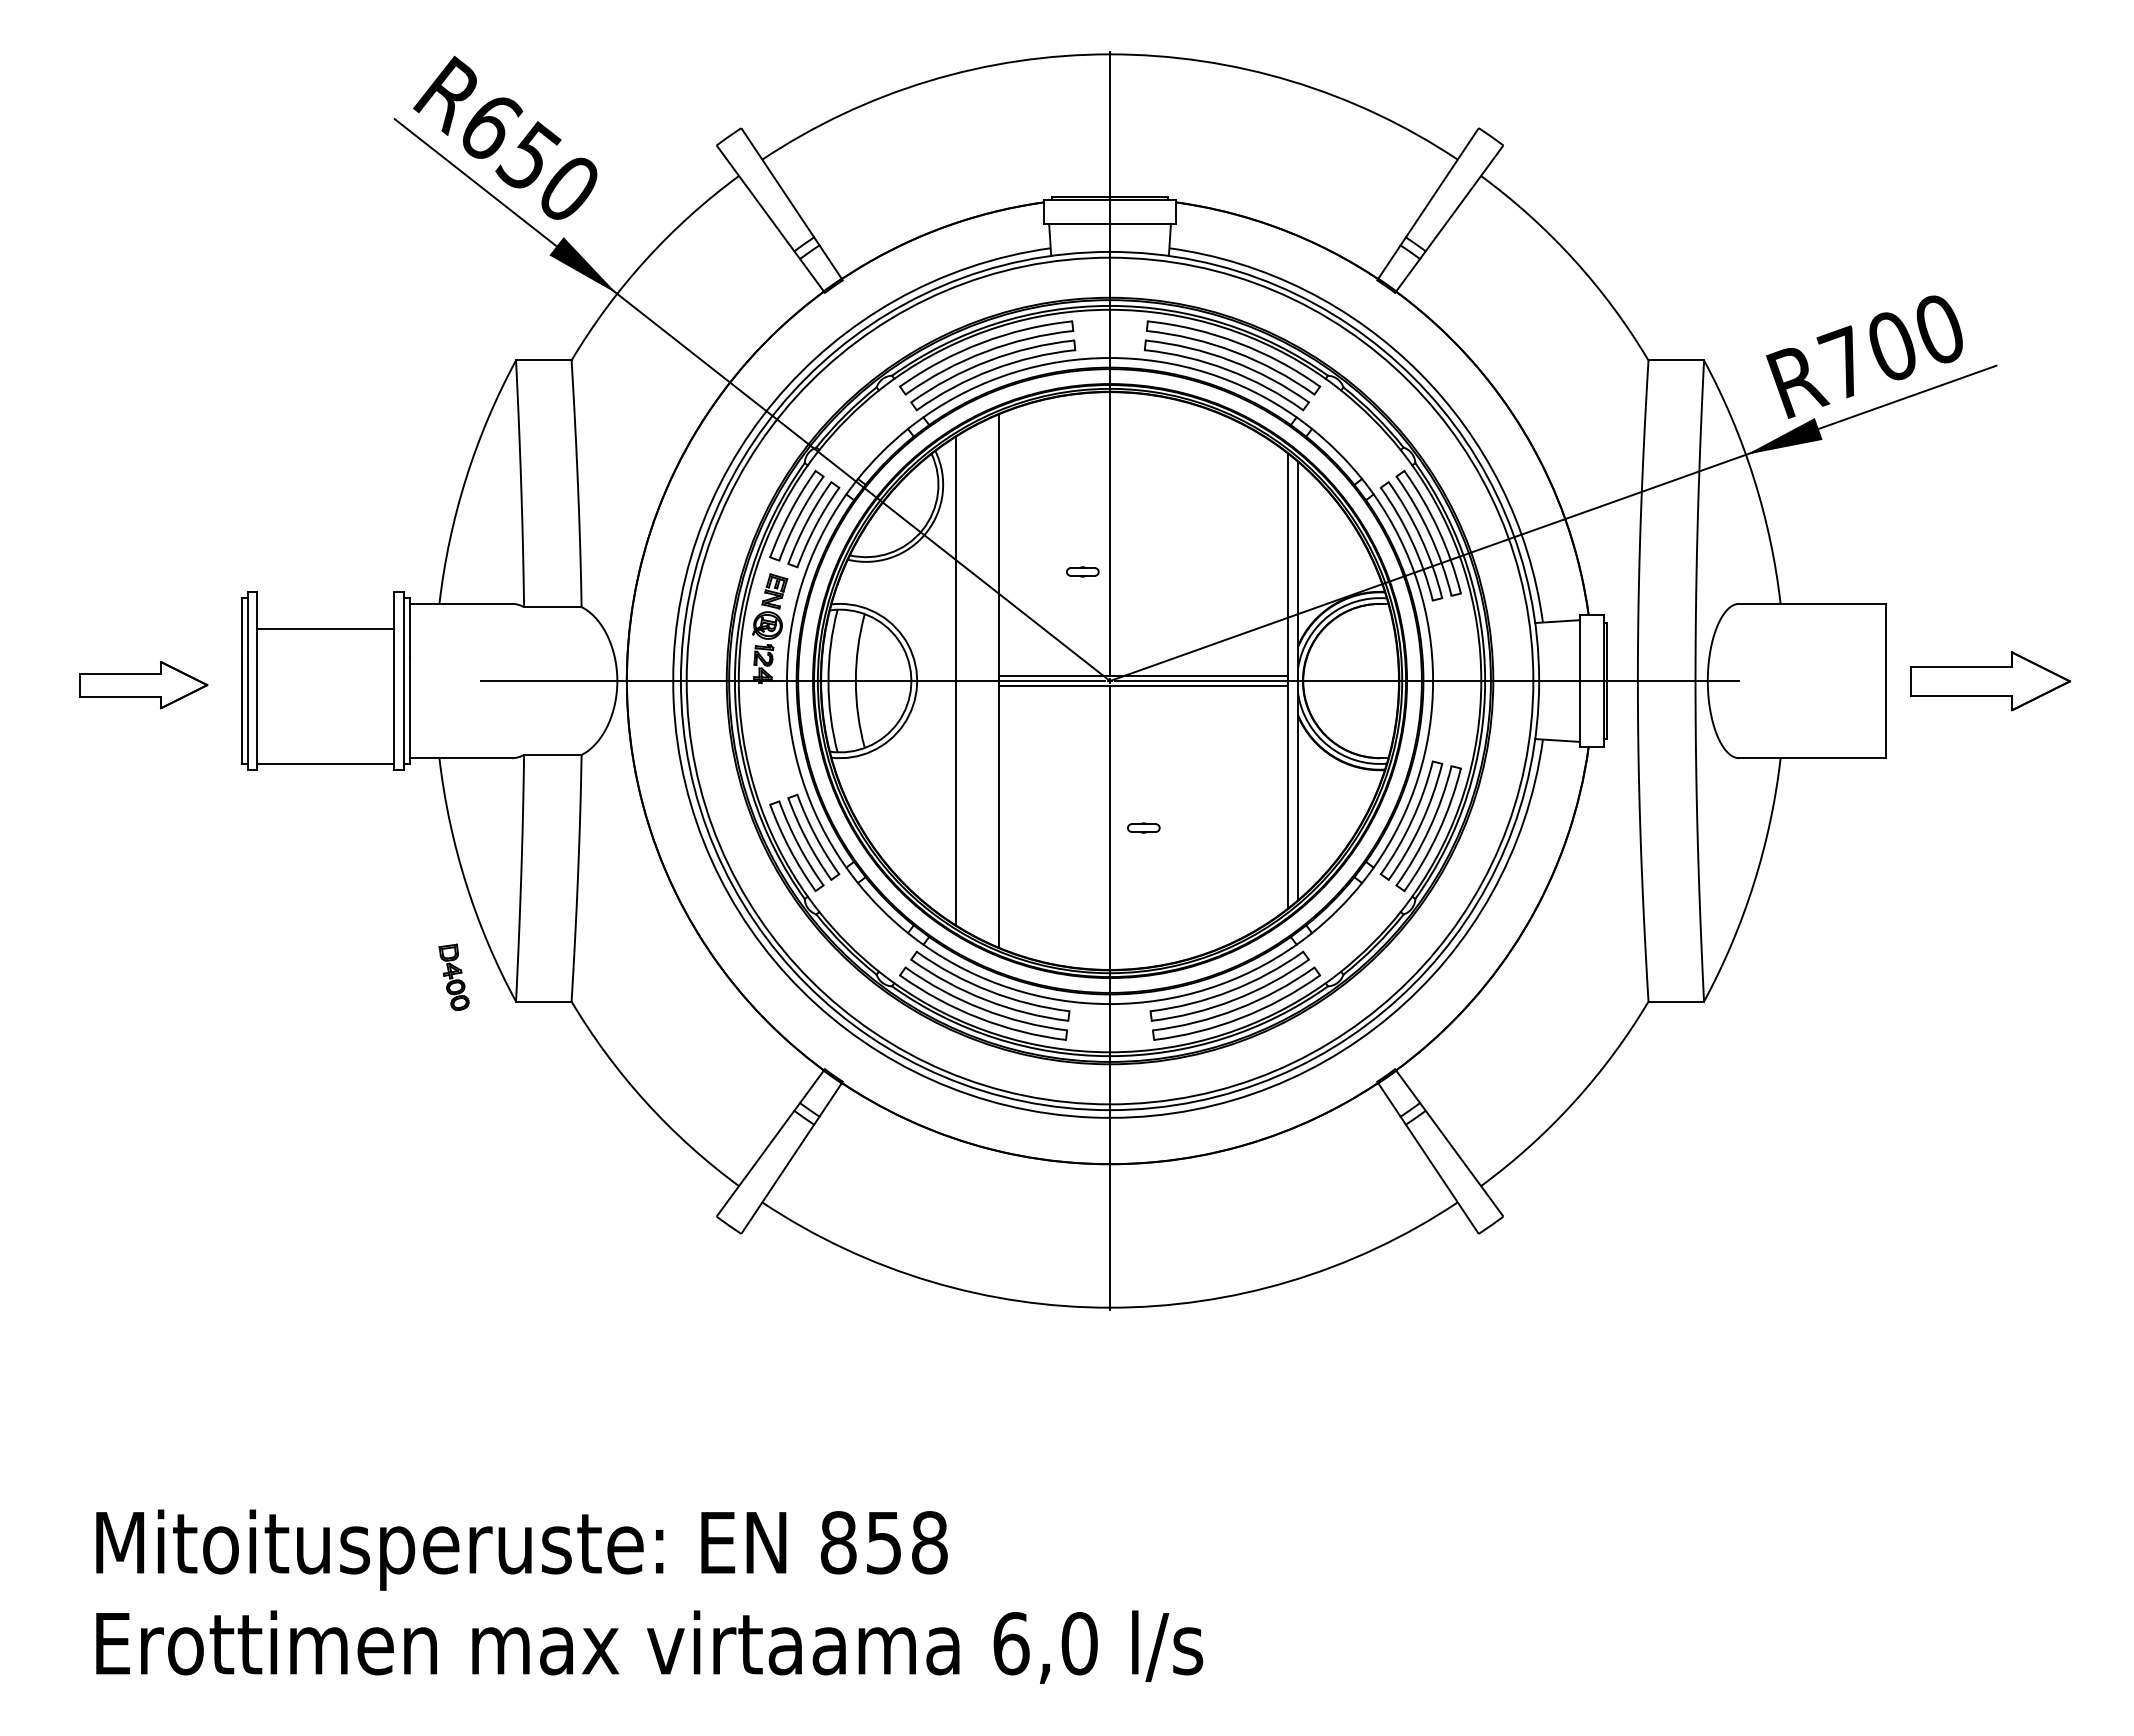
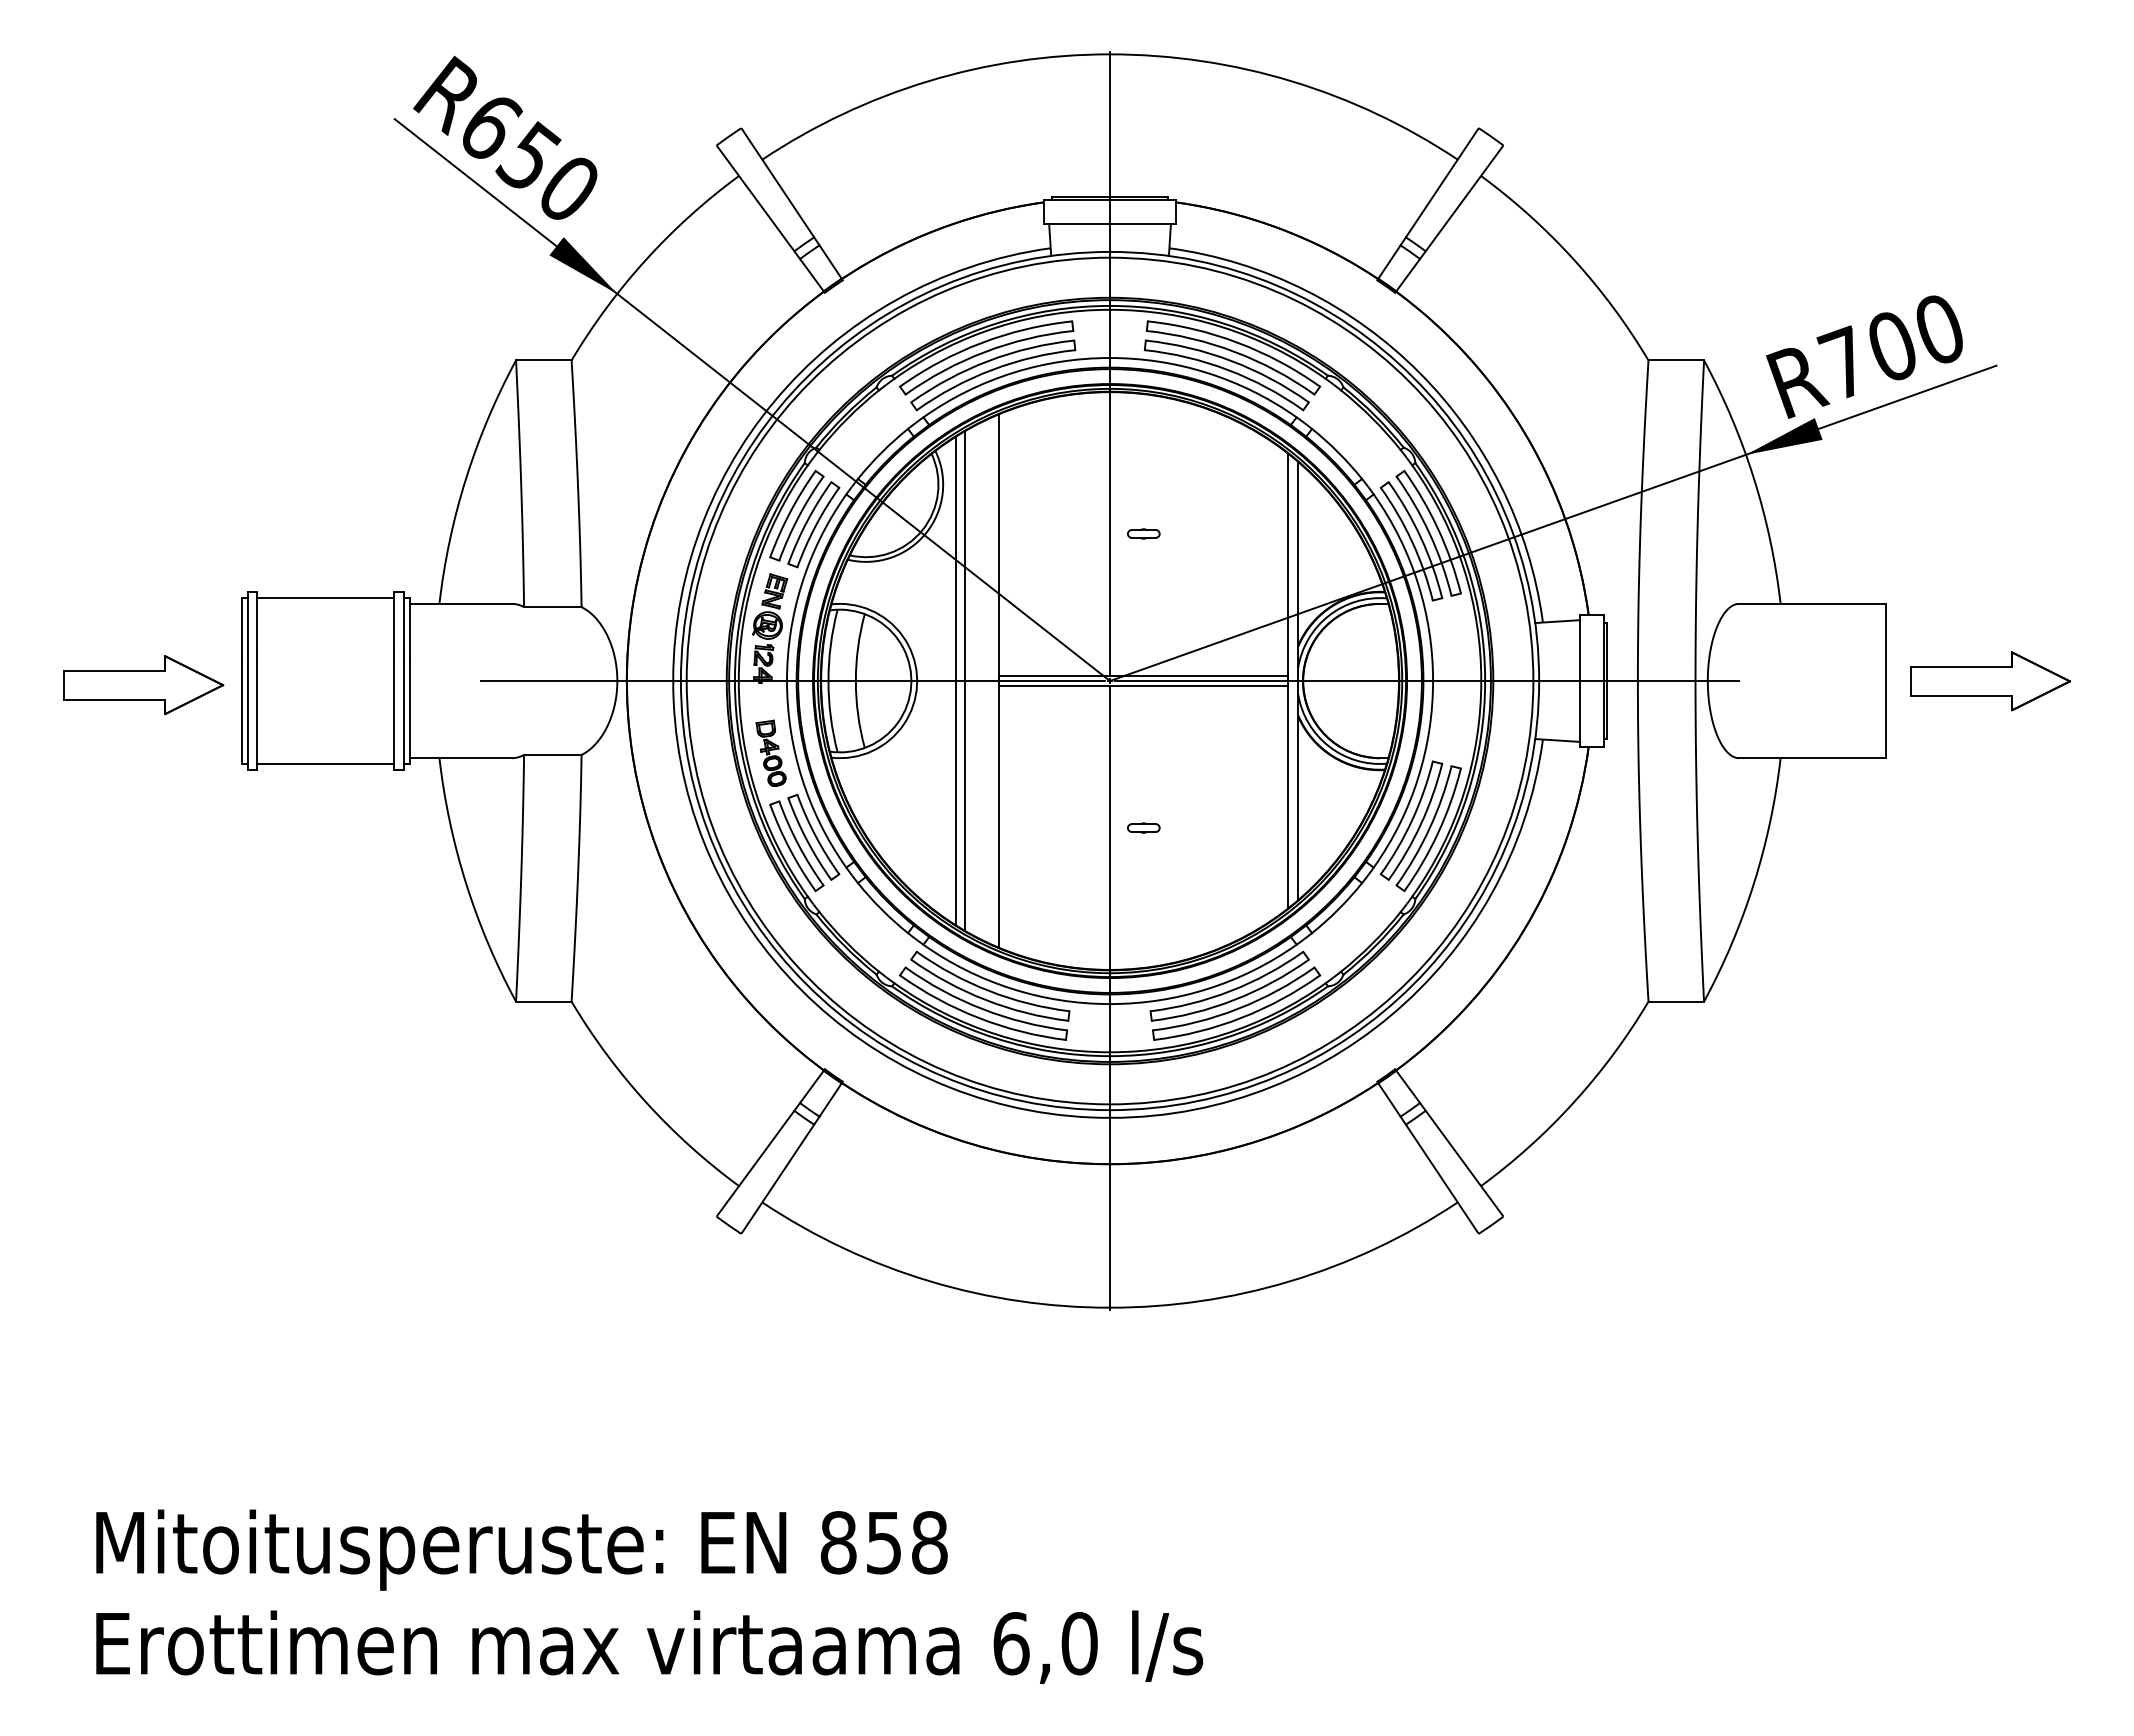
part at (1082, 571) position: (1082, 571) -> (1143, 533)
line at (325, 629) position: (325, 629) -> (325, 598)
line at (965, 680): none -> present
part at (143, 685) size: 130x49 px -> 162x60 px
part at (453, 976) position: (453, 976) -> (770, 752)
